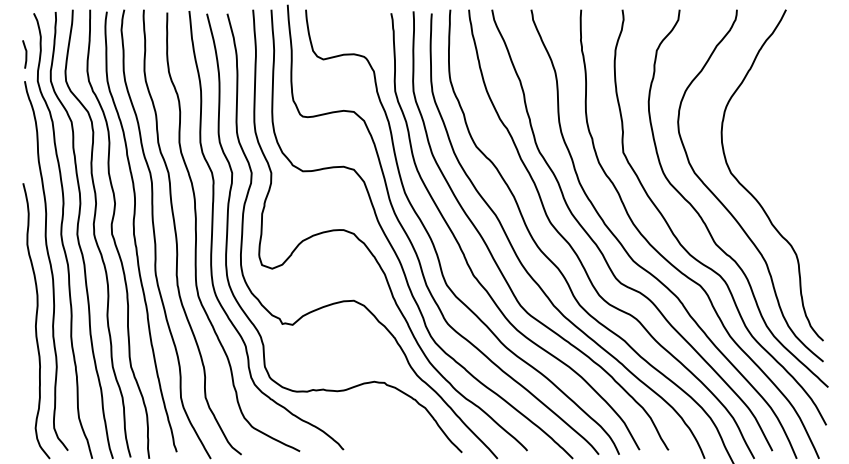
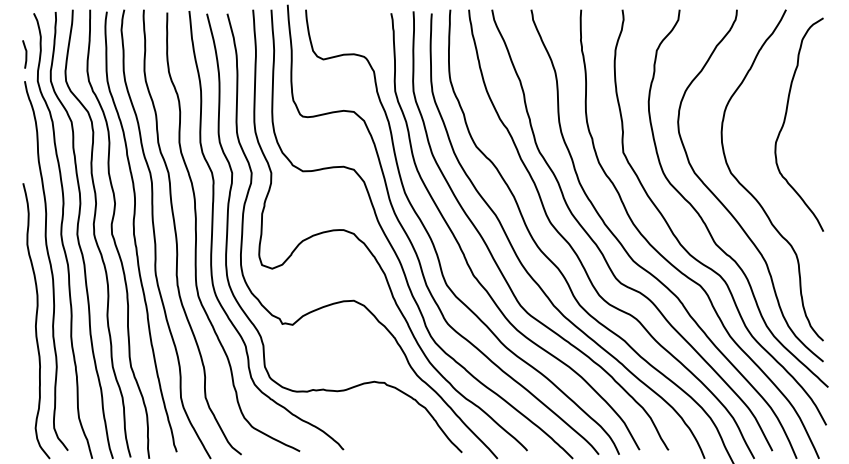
curve at (785, 121): none -> present
